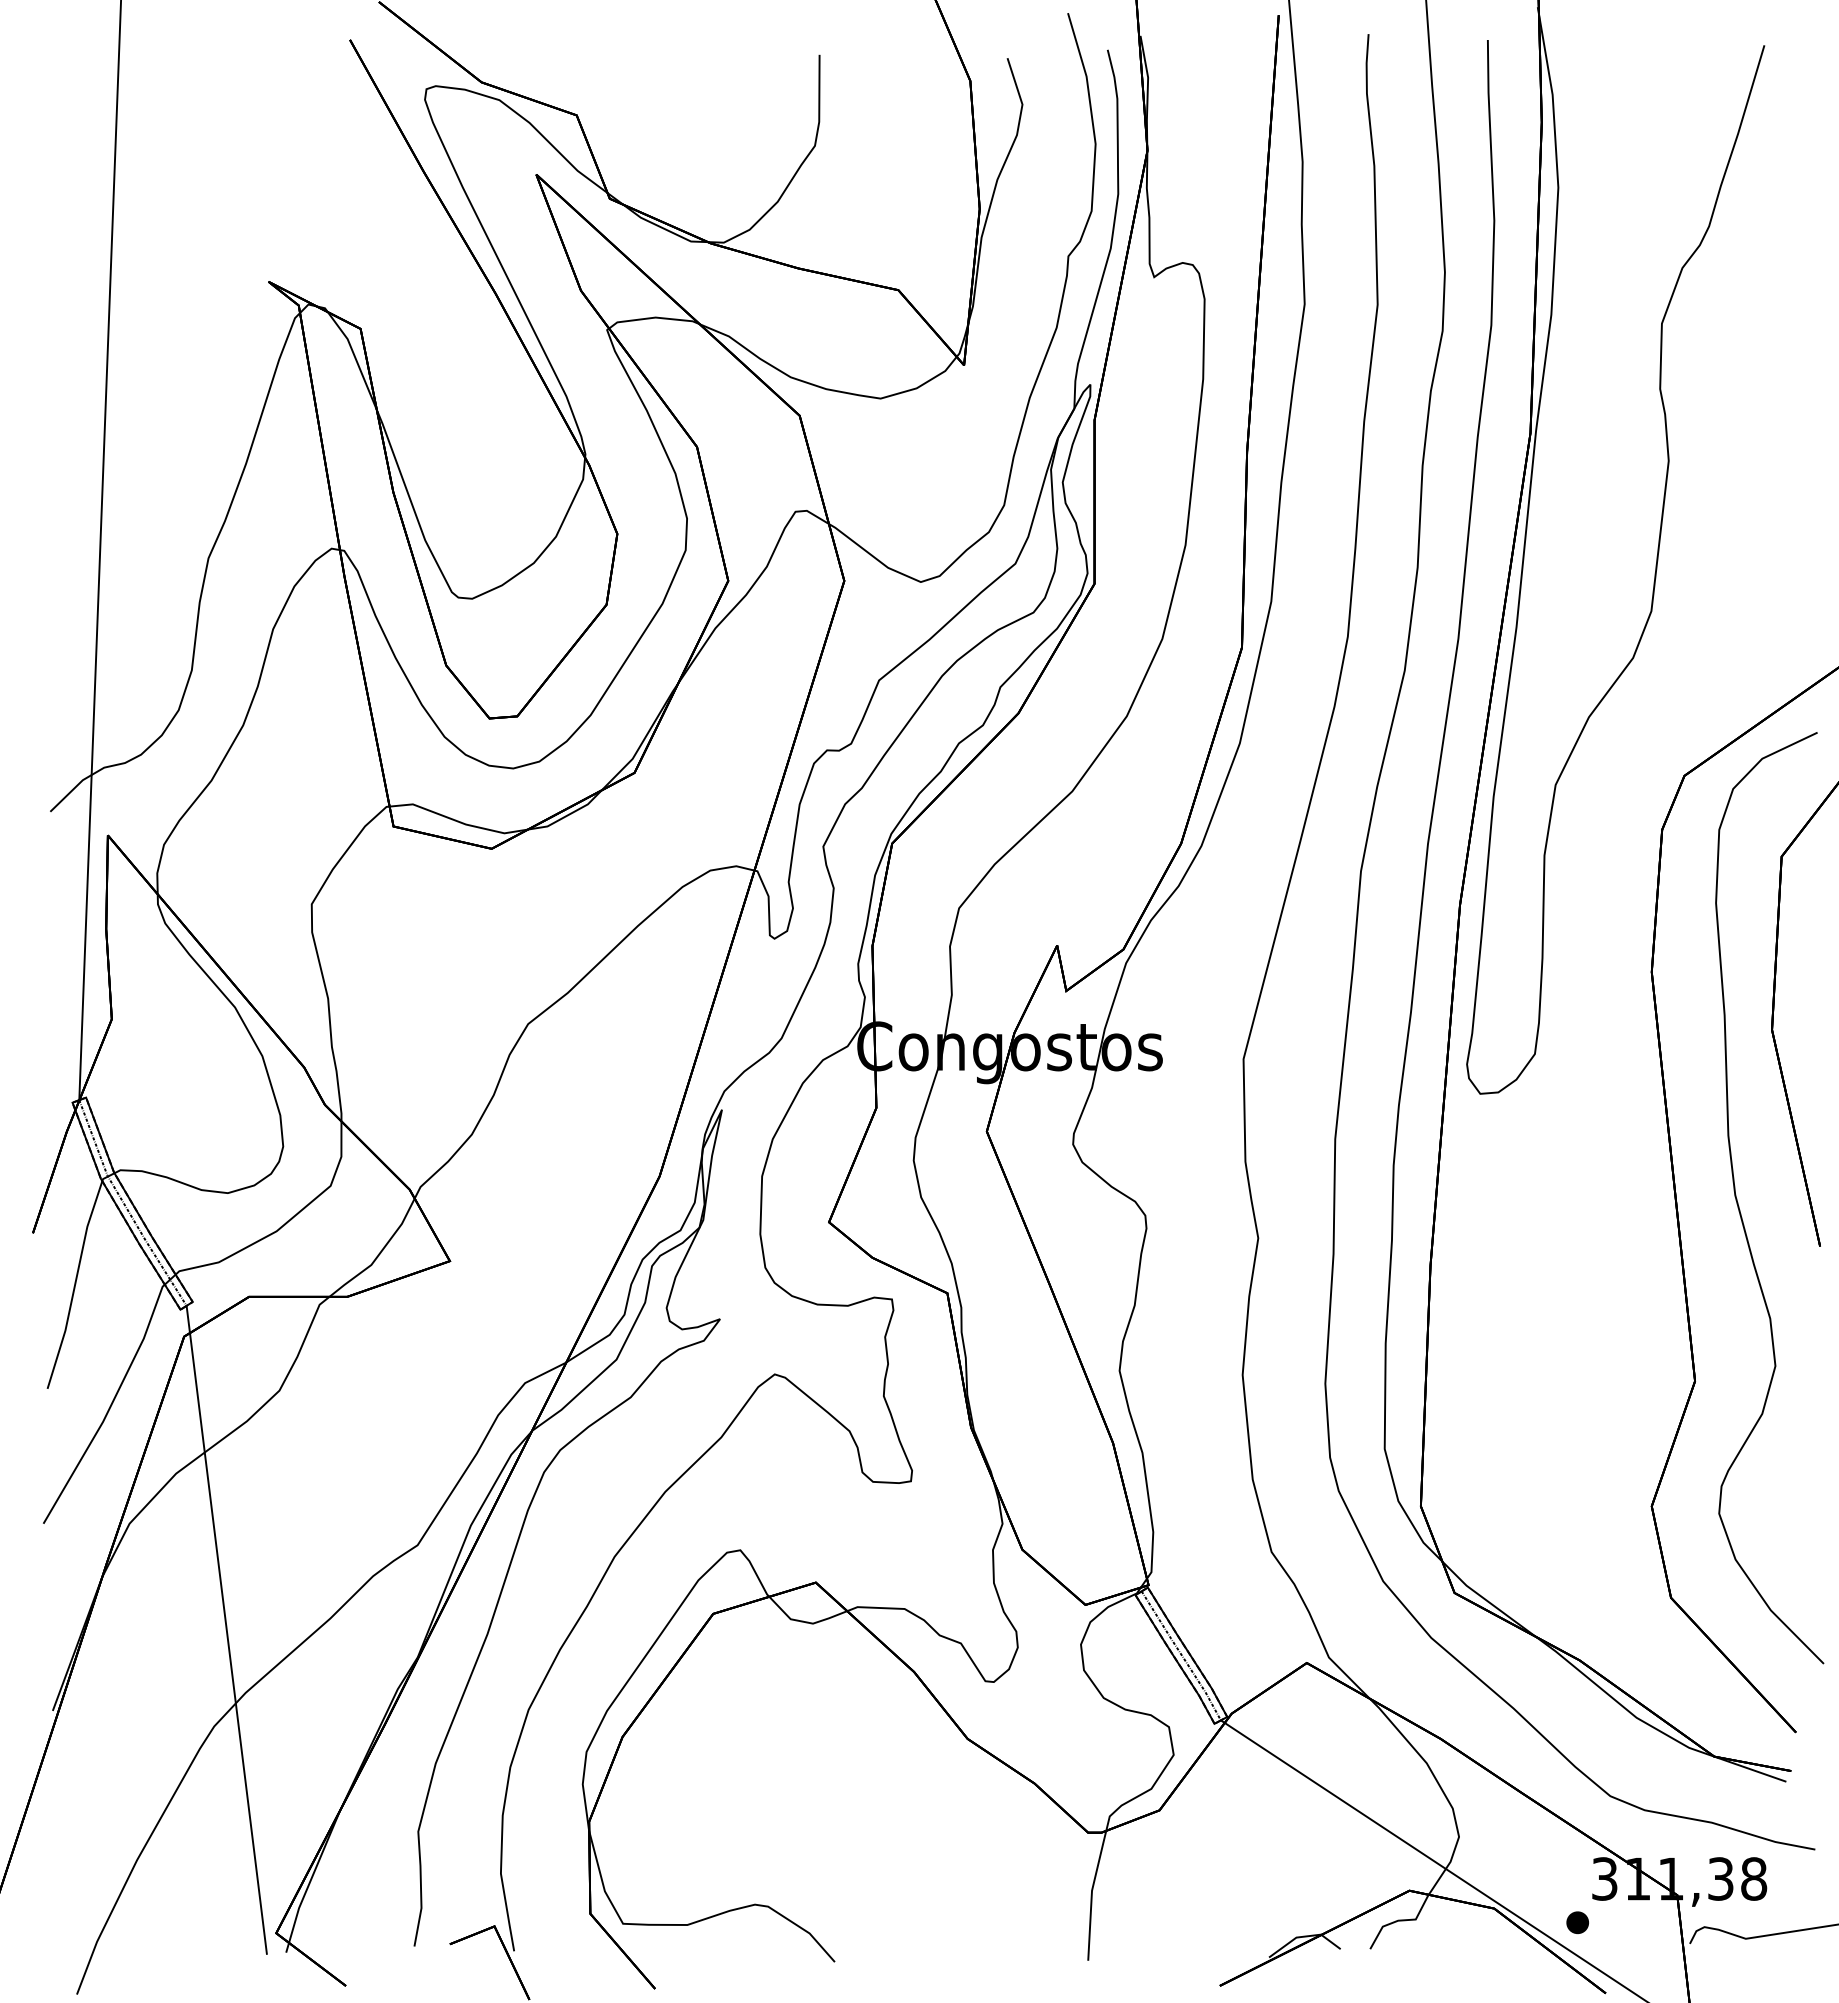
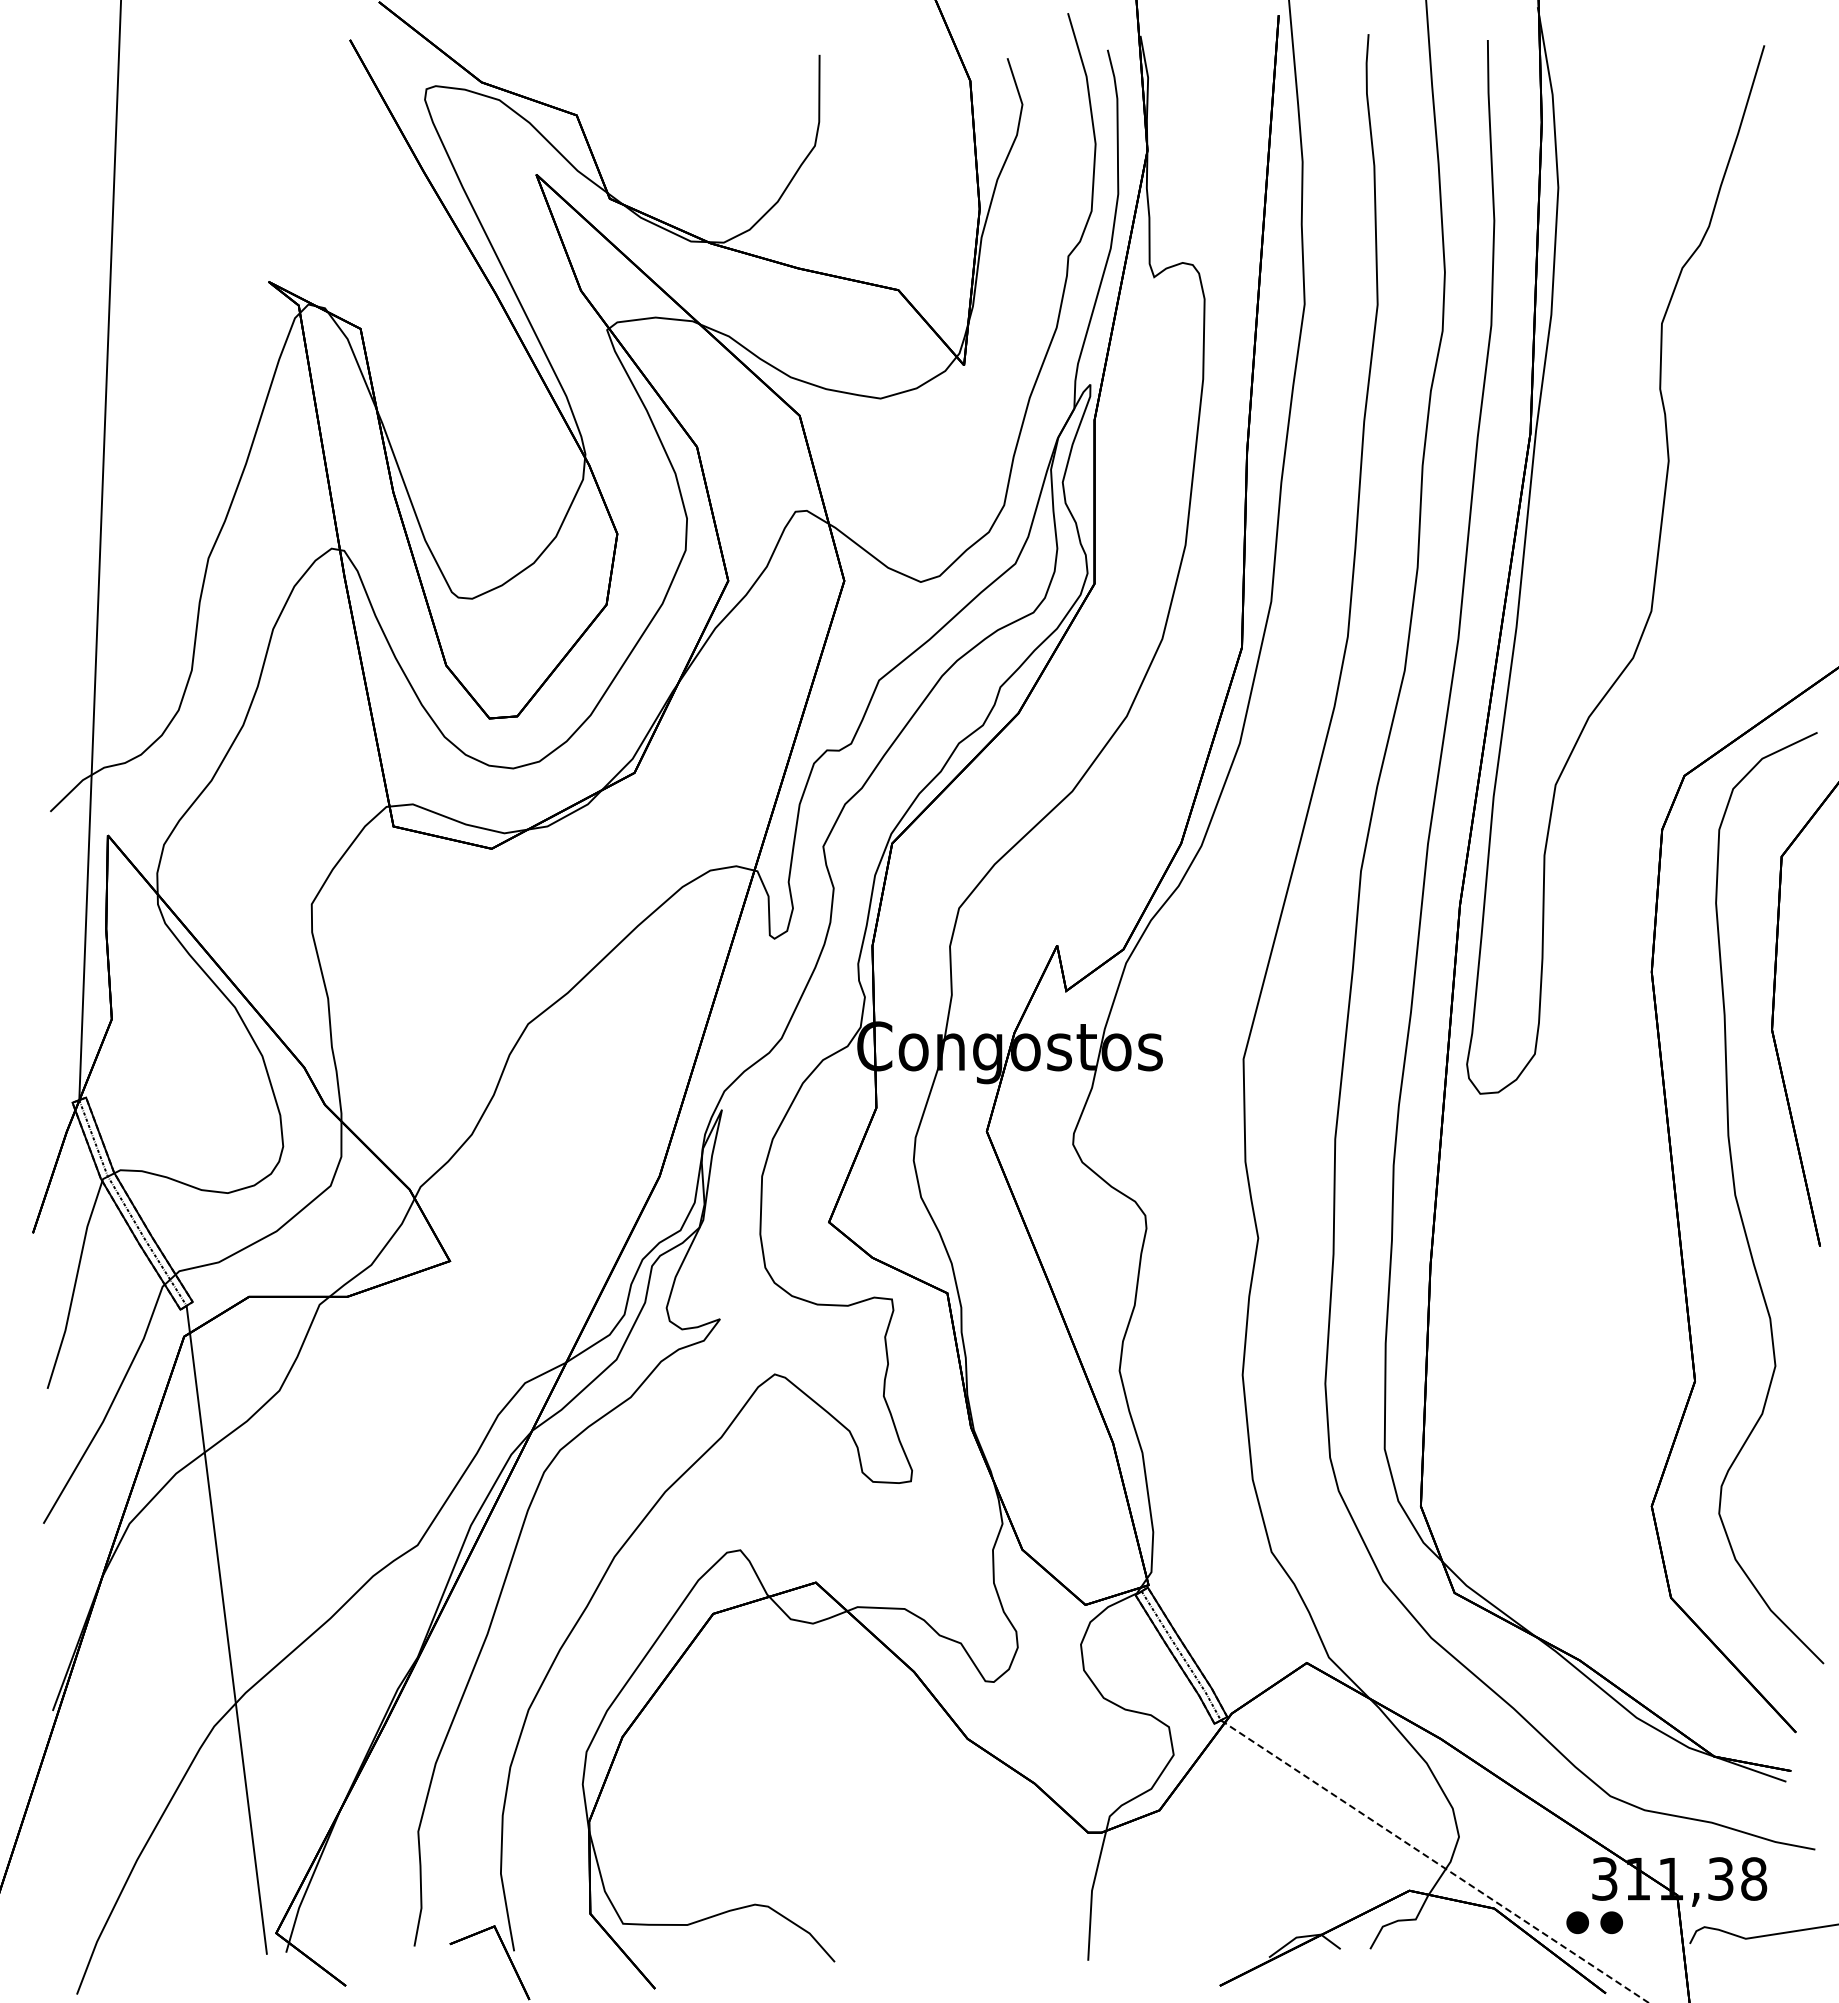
line at (1435, 1861): solid -> dashed
part at (1611, 1922): none -> present
